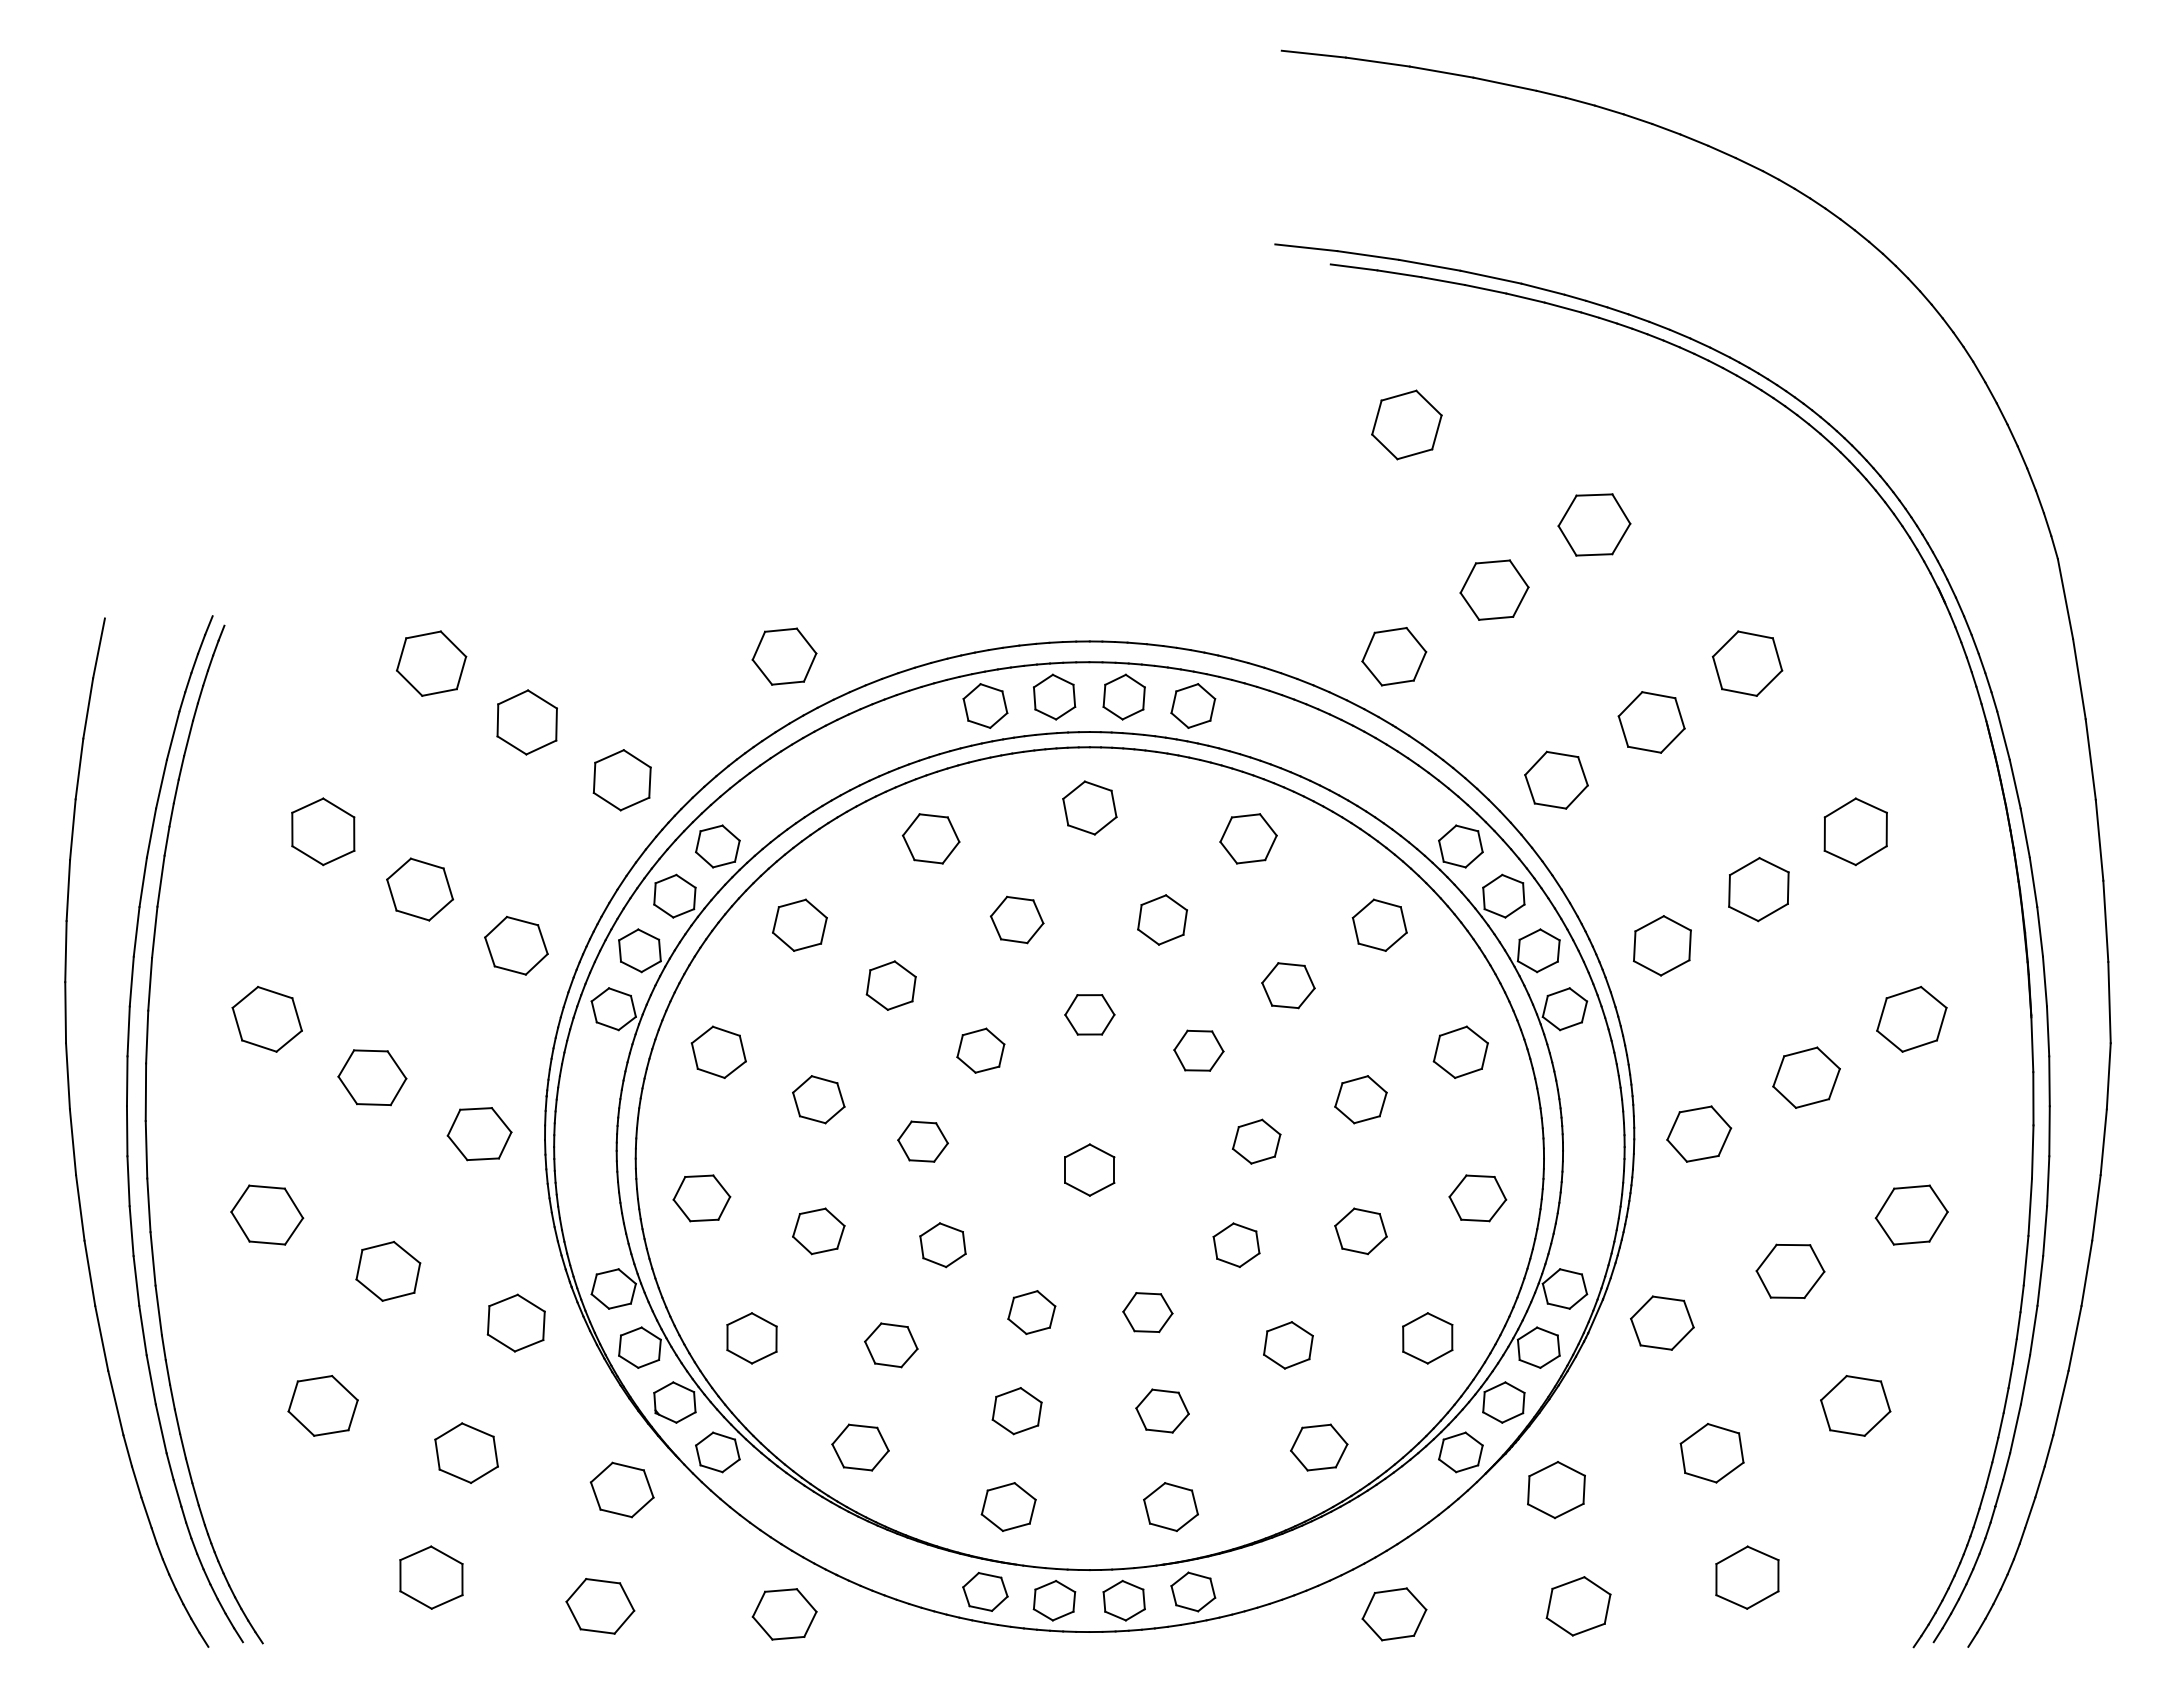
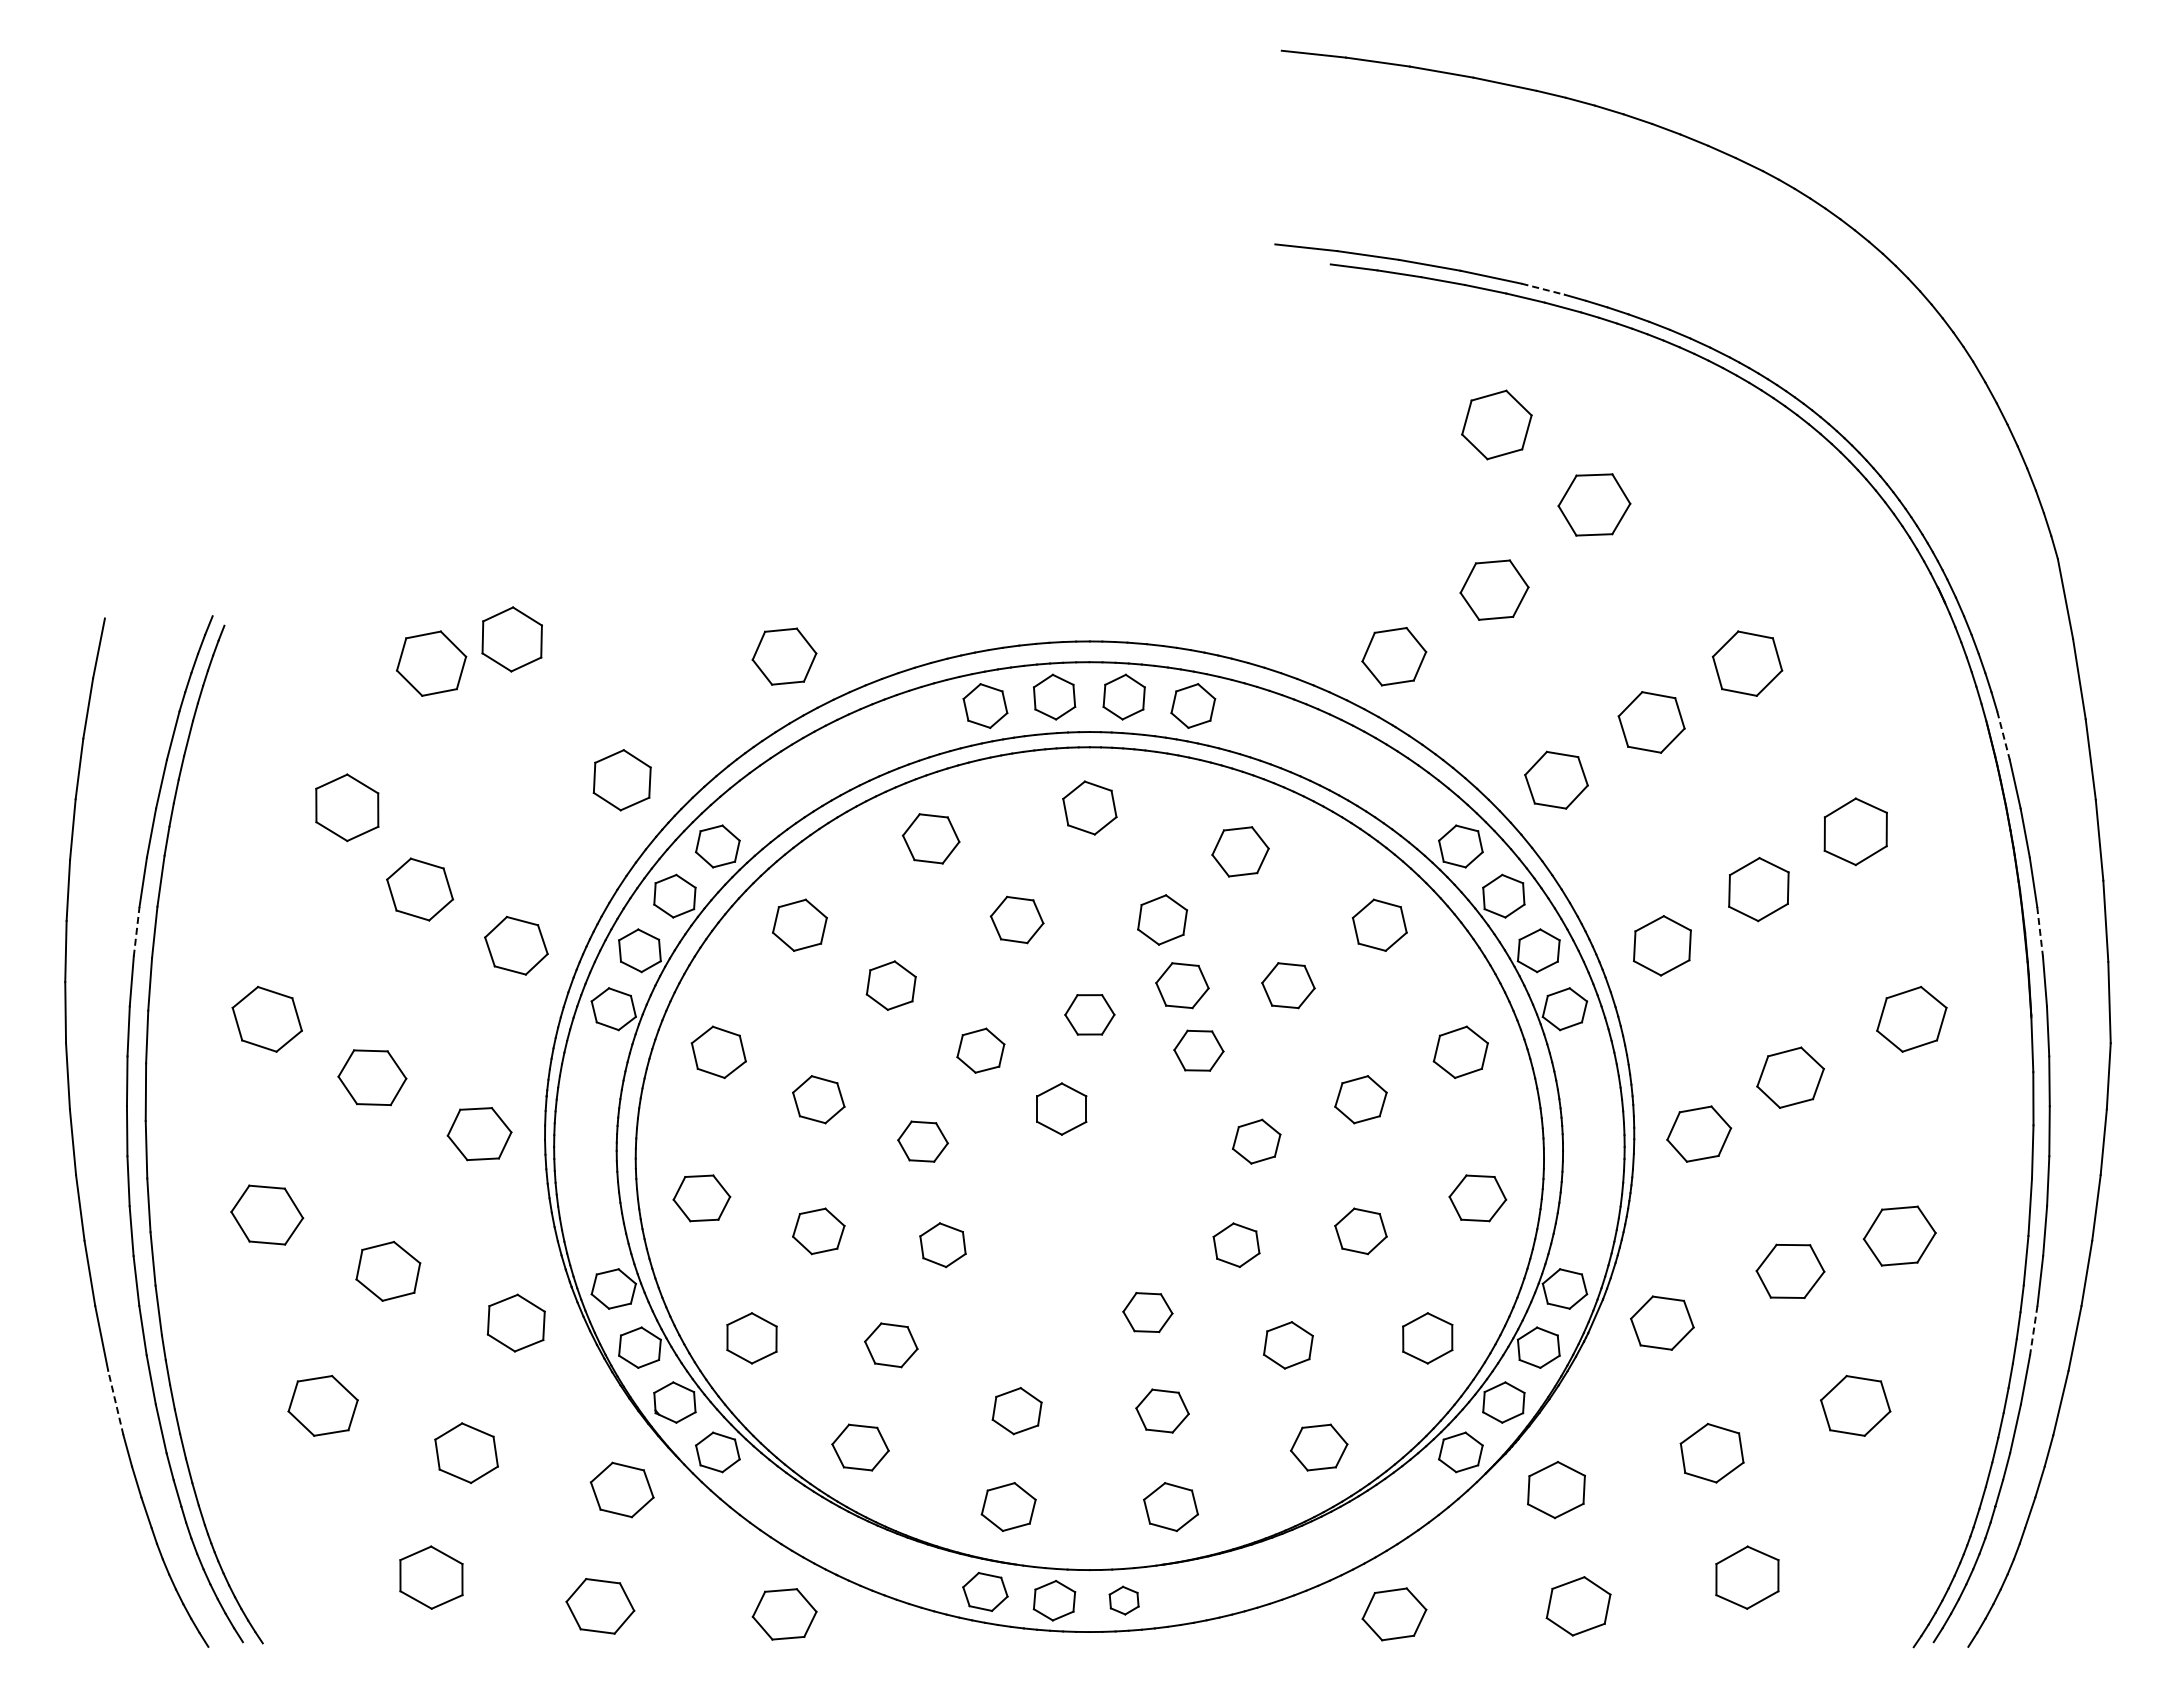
line at (1543, 289): solid -> dashed
part at (1406, 424) position: (1406, 424) -> (1496, 424)
part at (1594, 524) position: (1594, 524) -> (1594, 504)
part at (526, 722) position: (526, 722) -> (511, 639)
line at (2003, 735): solid -> dashed
part at (323, 831) position: (323, 831) -> (347, 807)
part at (1248, 838) position: (1248, 838) -> (1240, 851)
line at (136, 931): solid -> dashed
line at (2040, 931): solid -> dashed
part at (1182, 985): none -> present
part at (1806, 1077) position: (1806, 1077) -> (1790, 1077)
part at (1089, 1169) position: (1089, 1169) -> (1061, 1108)
part at (1911, 1214) position: (1911, 1214) -> (1899, 1235)
part at (1031, 1312): present -> none
line at (2033, 1331): solid -> dashed
line at (115, 1402): solid -> dashed
part at (1193, 1591): present -> none
part at (1123, 1600) size: 44x43 px -> 32x31 px
